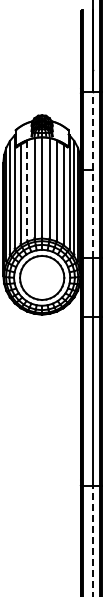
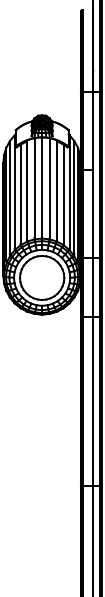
line at (92, 174): dashed -> solid
line at (27, 190): dashed -> solid
line at (92, 541): dashed -> solid
